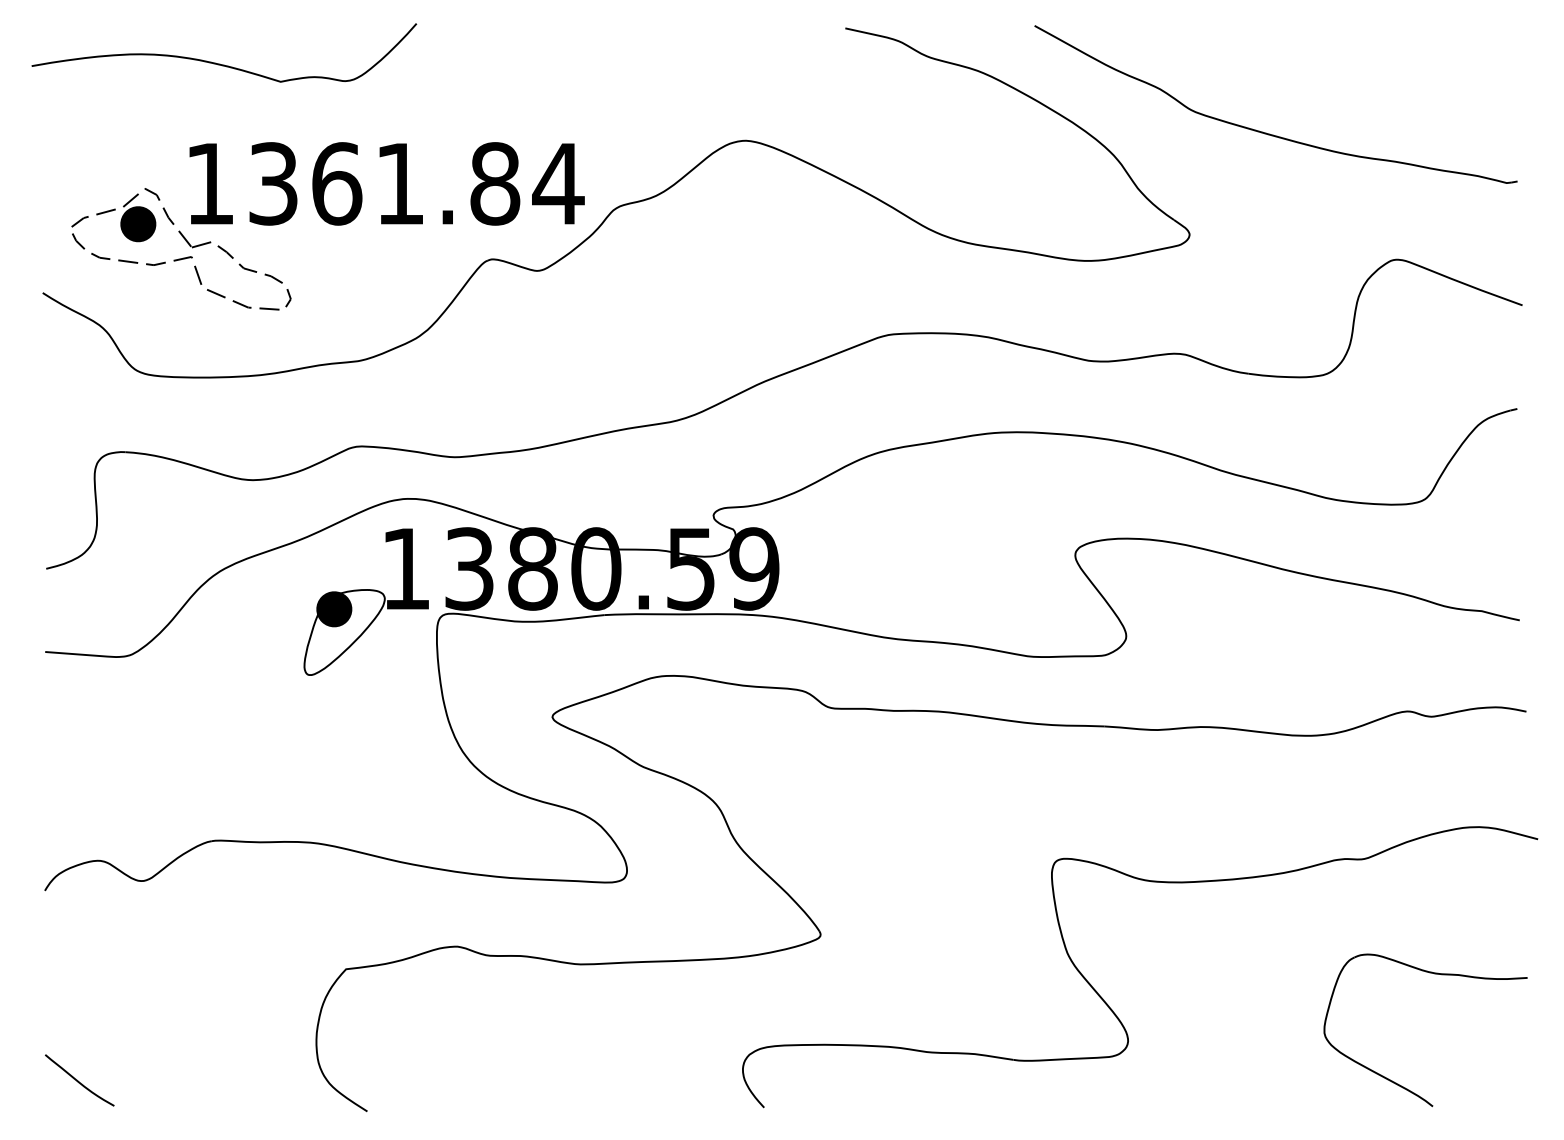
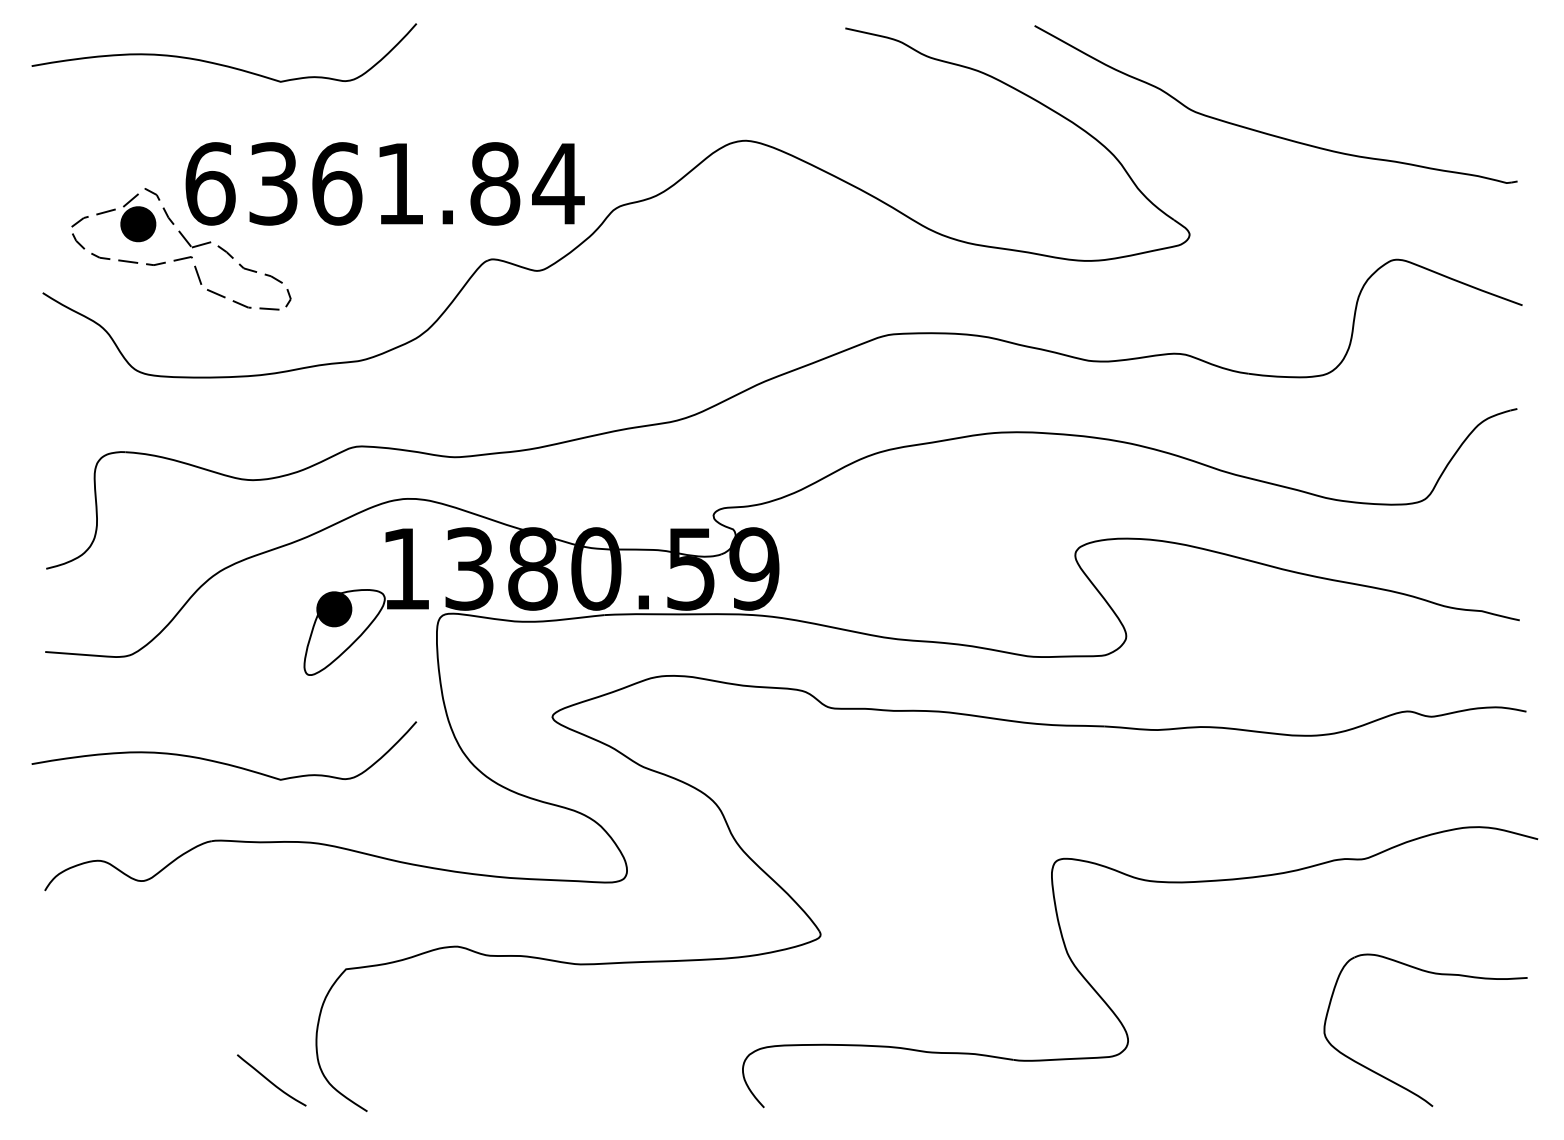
text at (210, 183): 1361.84 -> 6361.84
curve at (220, 761): none -> present
curve at (78, 1080) position: (78, 1080) -> (270, 1080)
